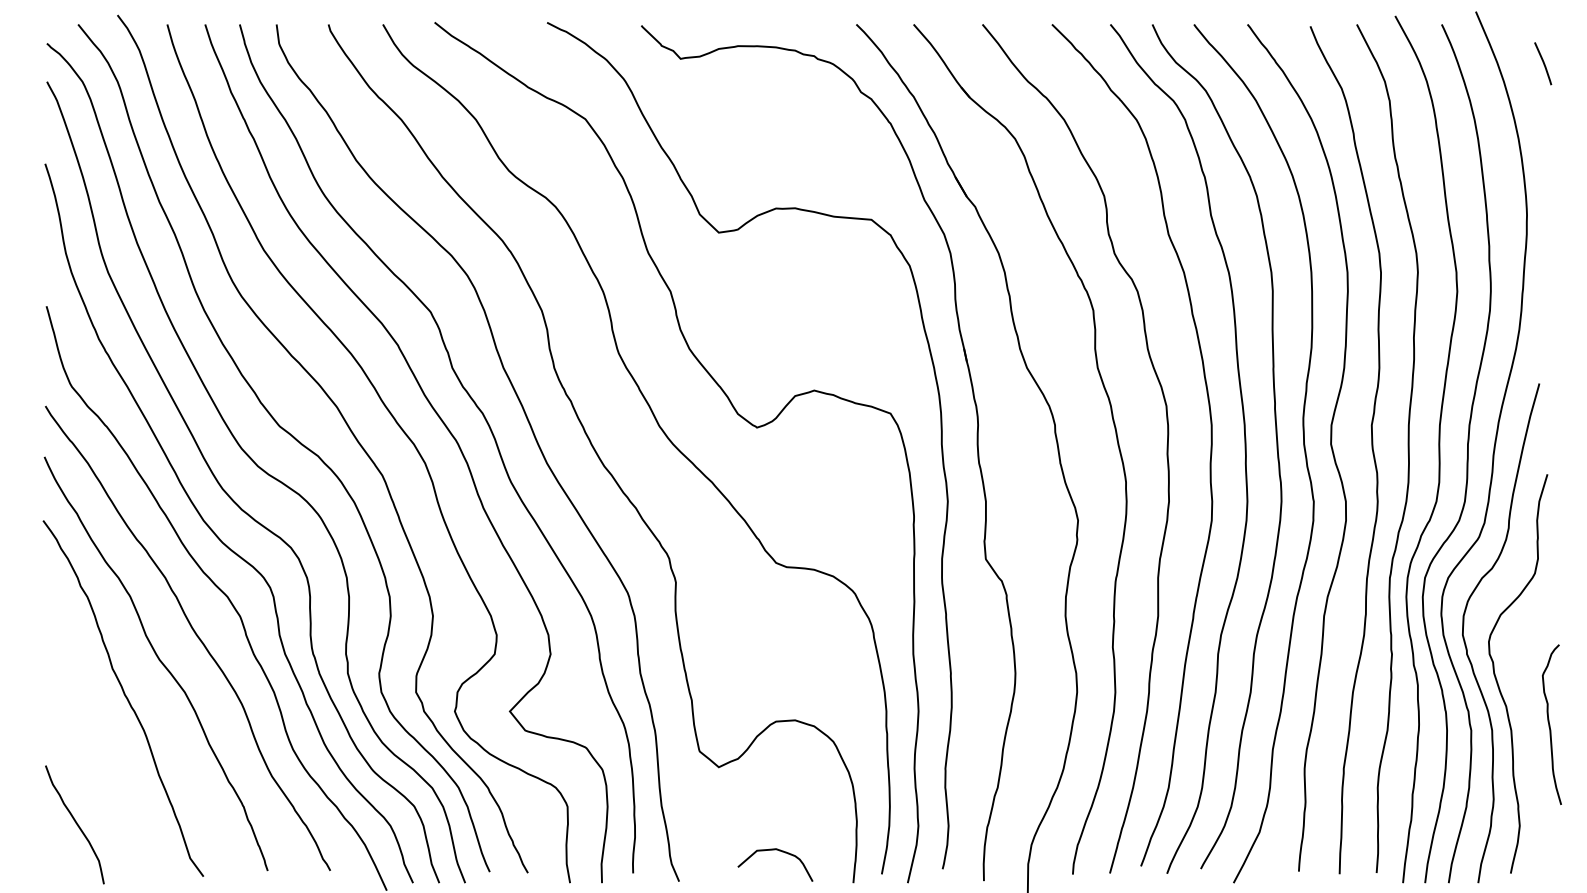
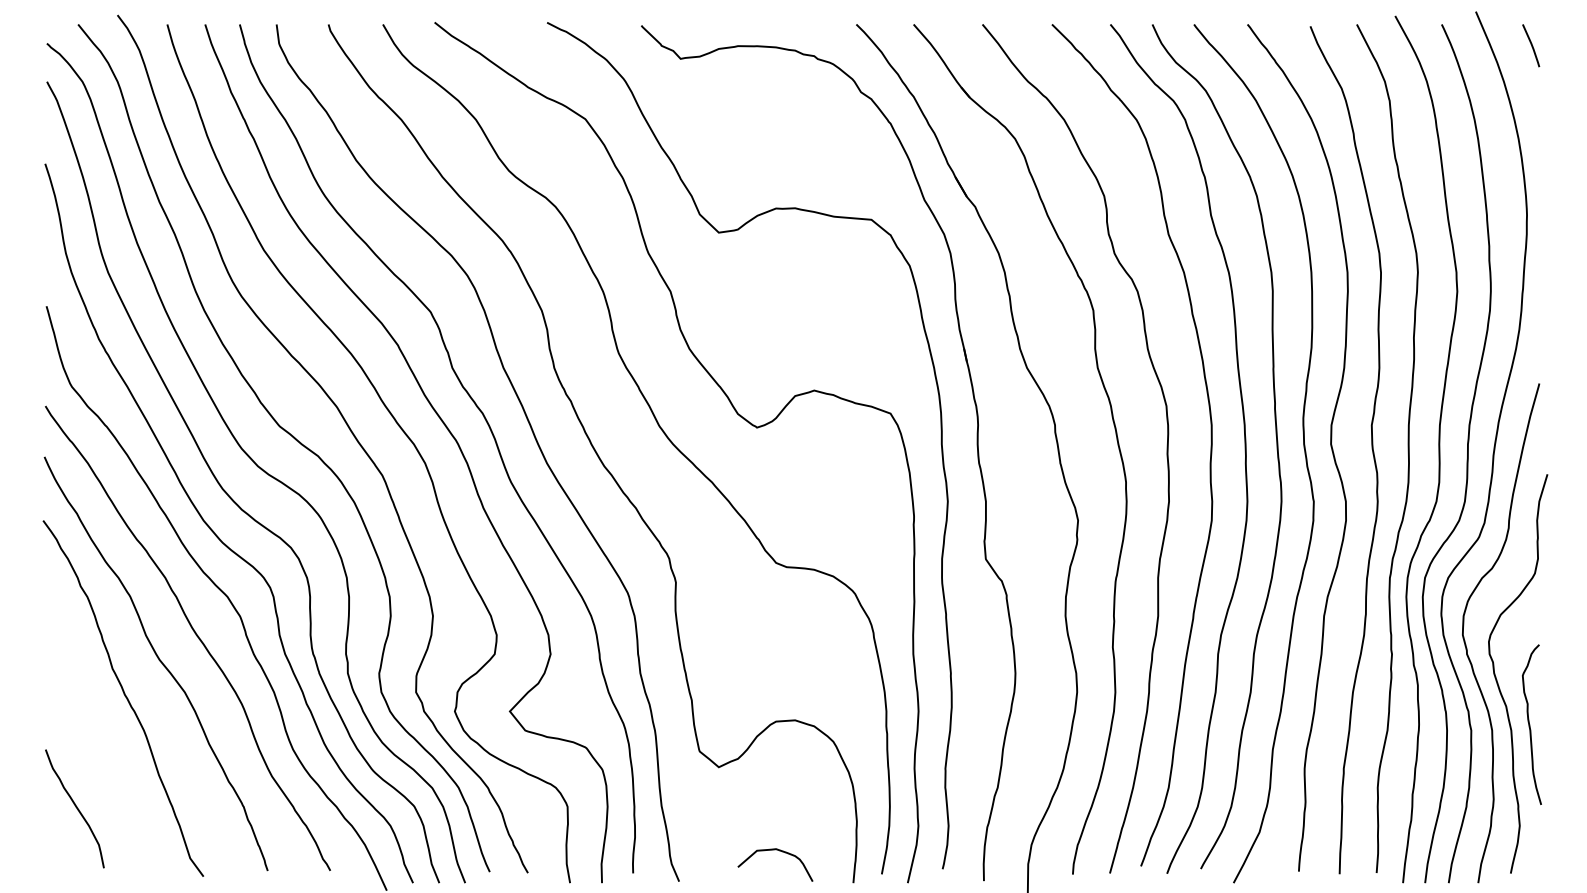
line at (1543, 63) position: (1543, 63) -> (1531, 45)
curve at (1550, 724) position: (1550, 724) -> (1530, 724)
curve at (75, 823) position: (75, 823) -> (75, 807)
